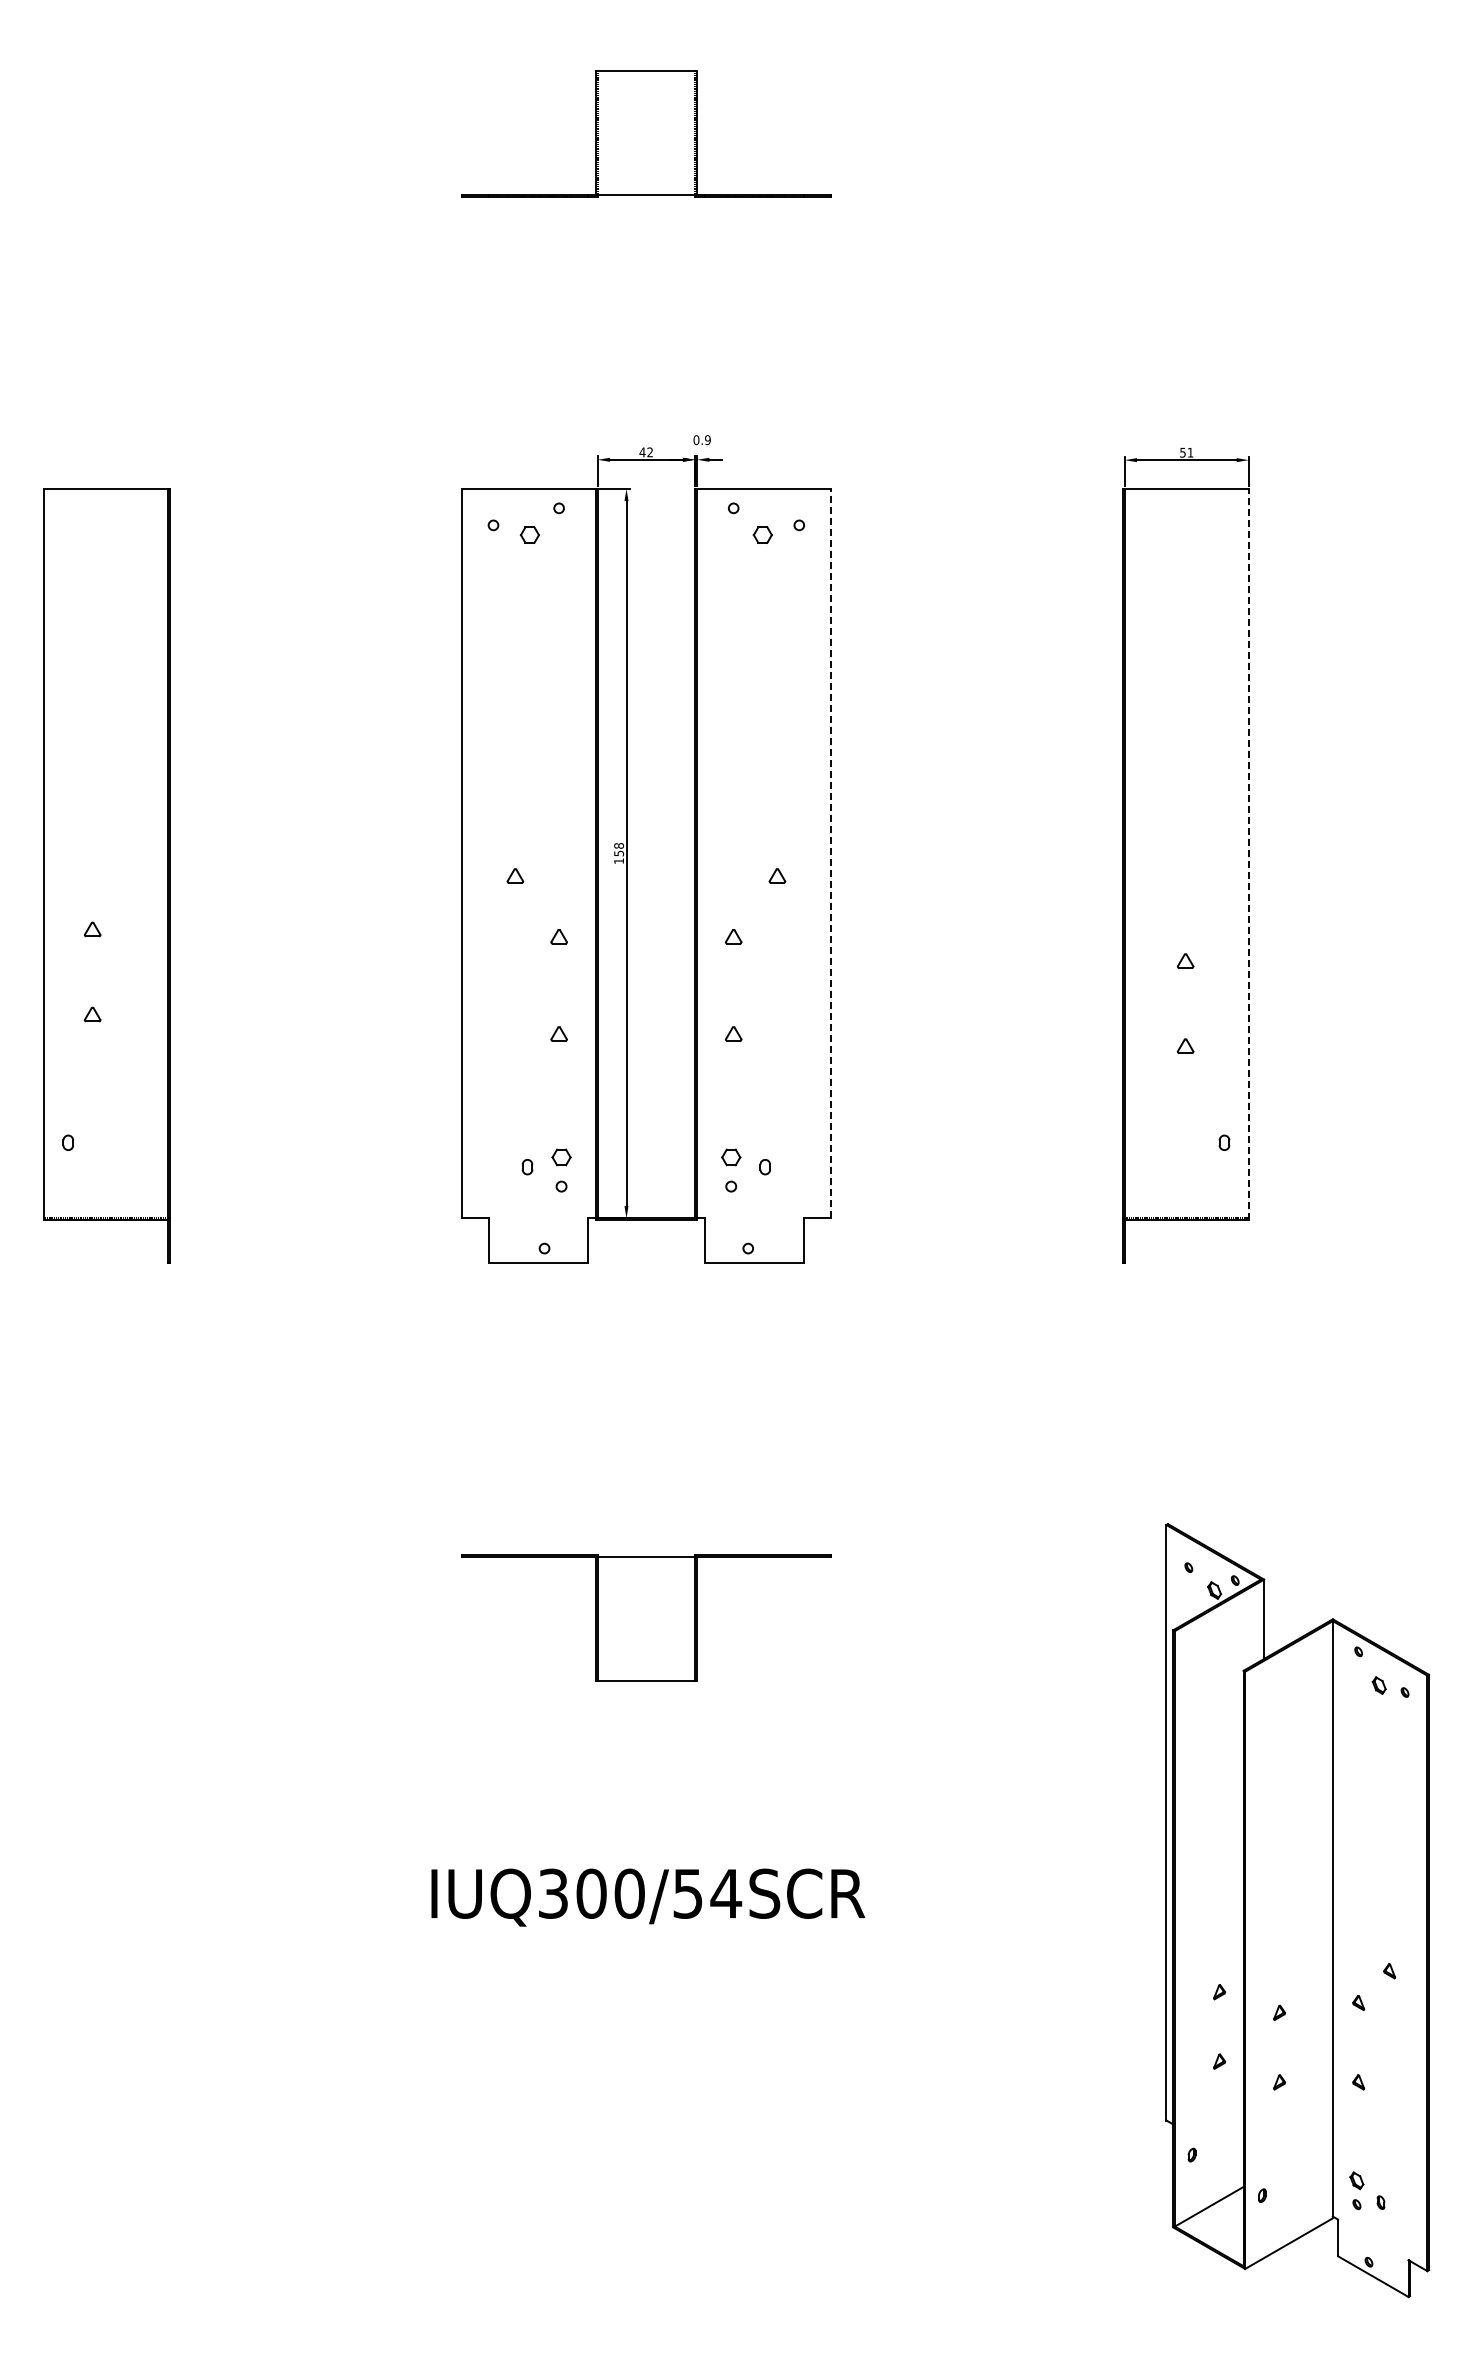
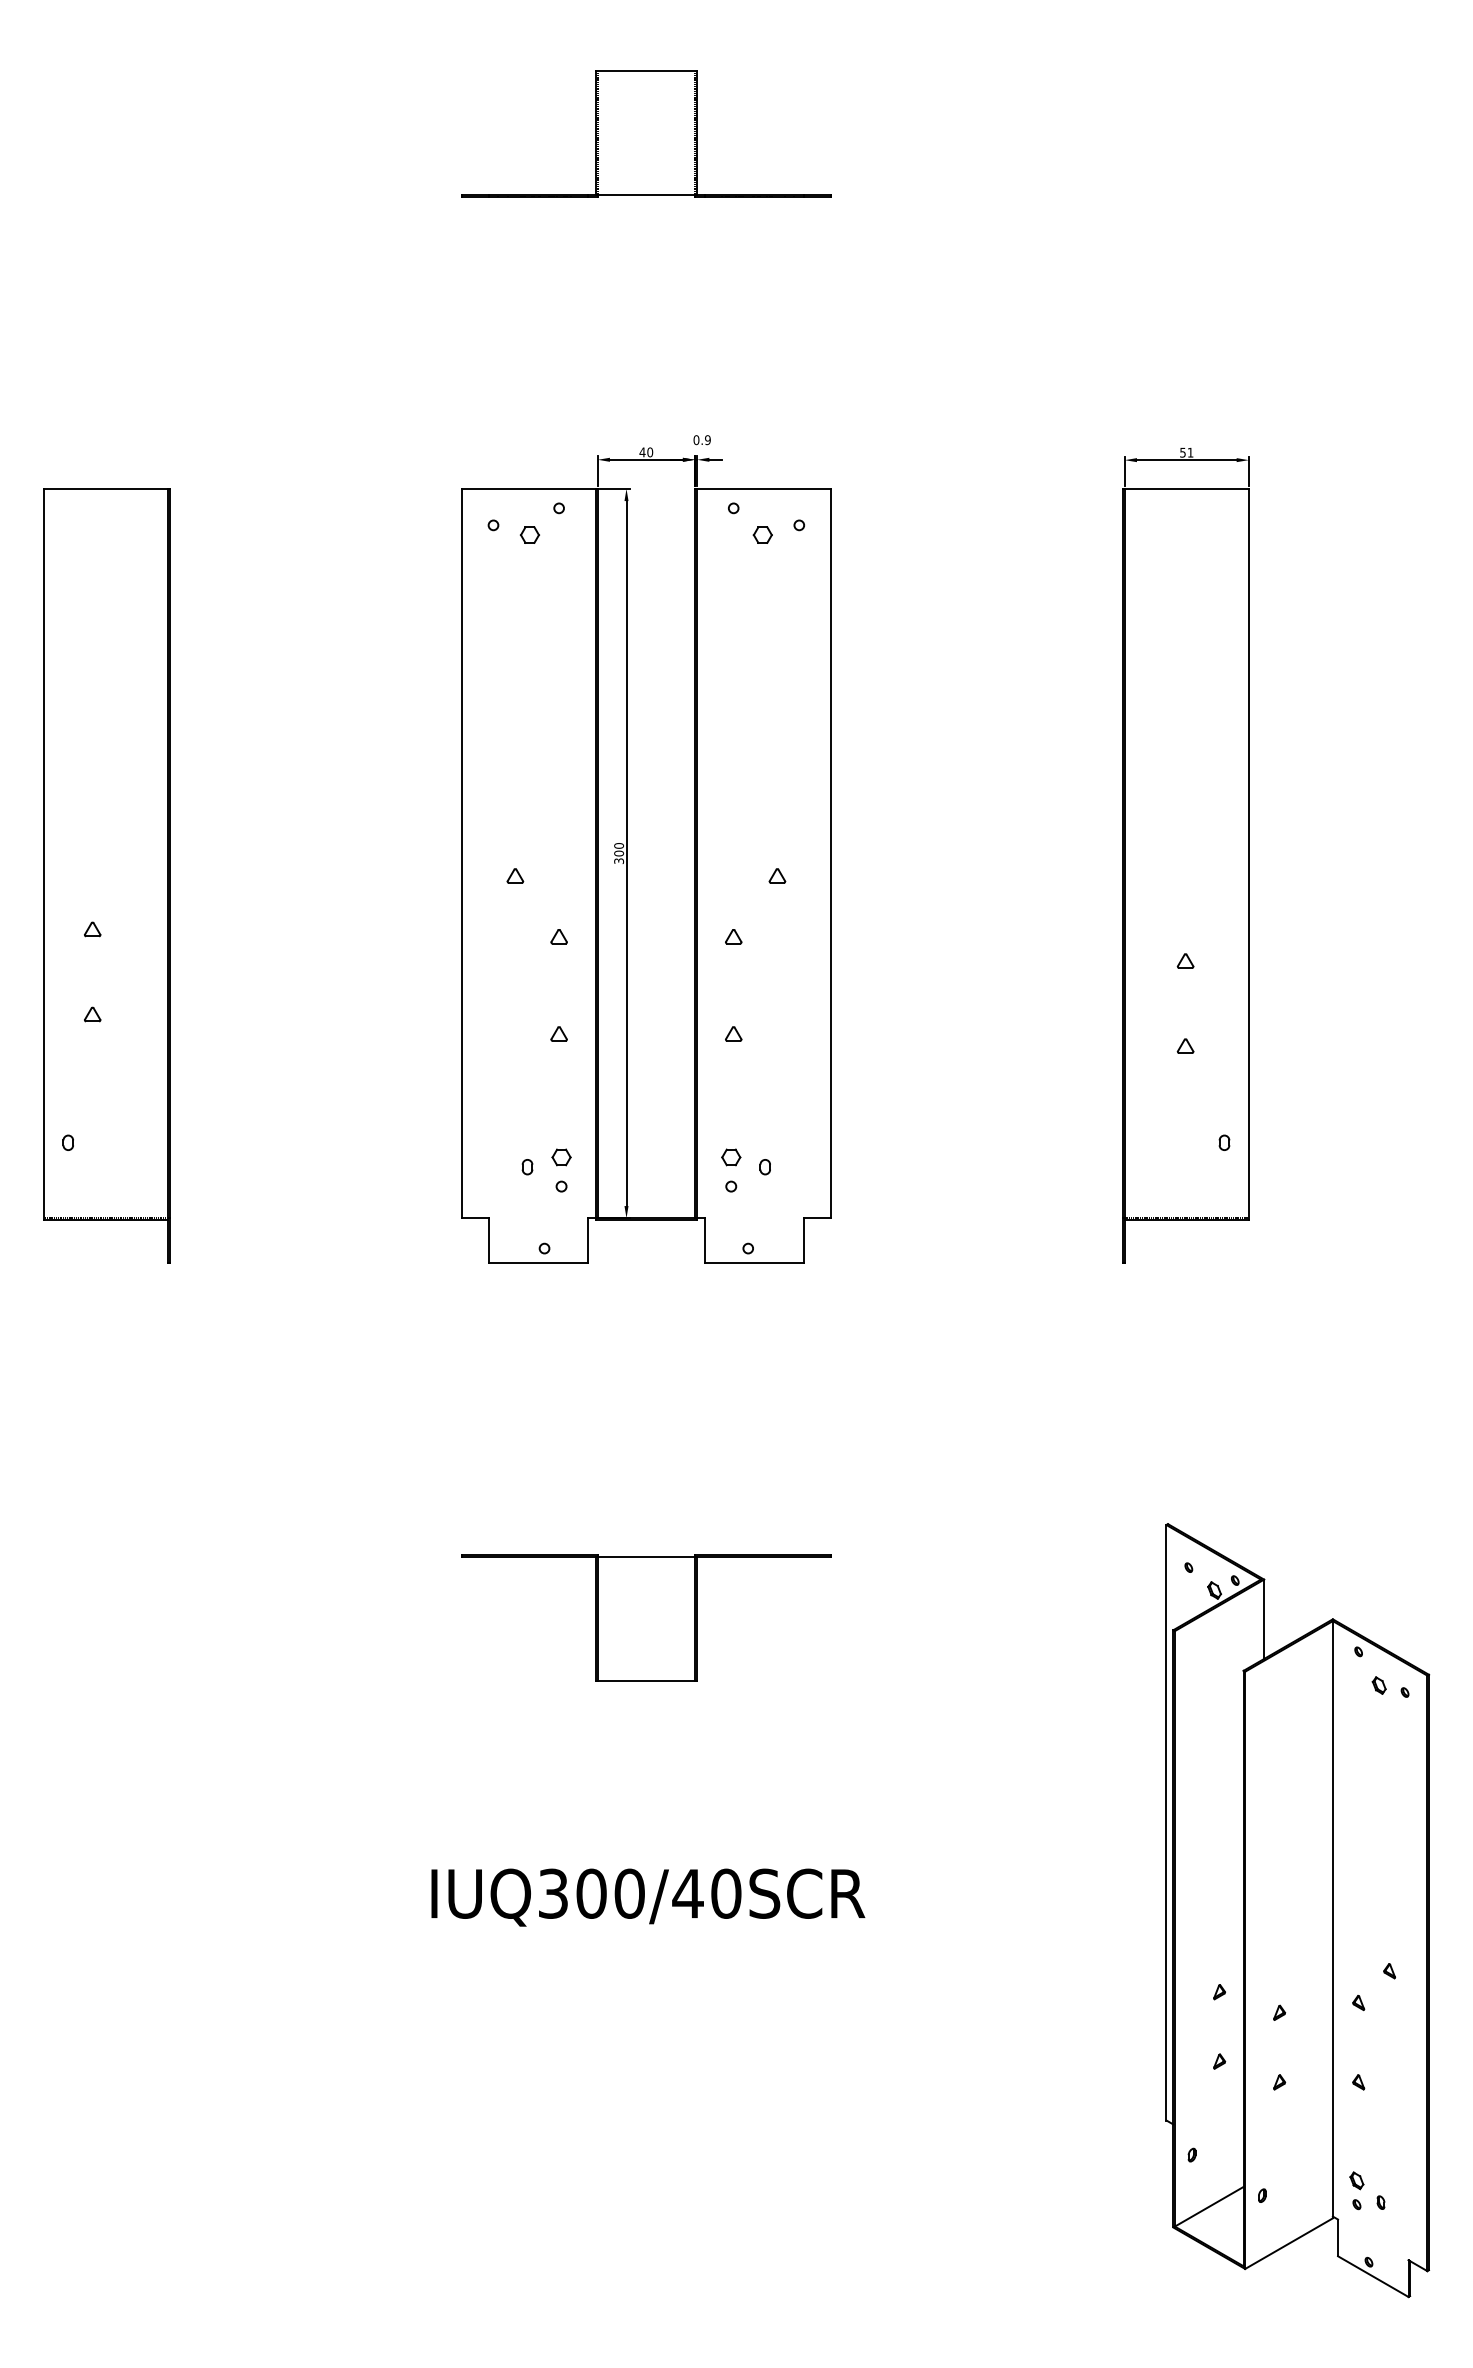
text at (650, 452): 42 -> 40
text at (619, 853): 158 -> 300
line at (830, 853): dashed -> solid
line at (1248, 854): dashed -> solid
text at (707, 1893): IUQ300/54SCR -> IUQ300/40SCR
